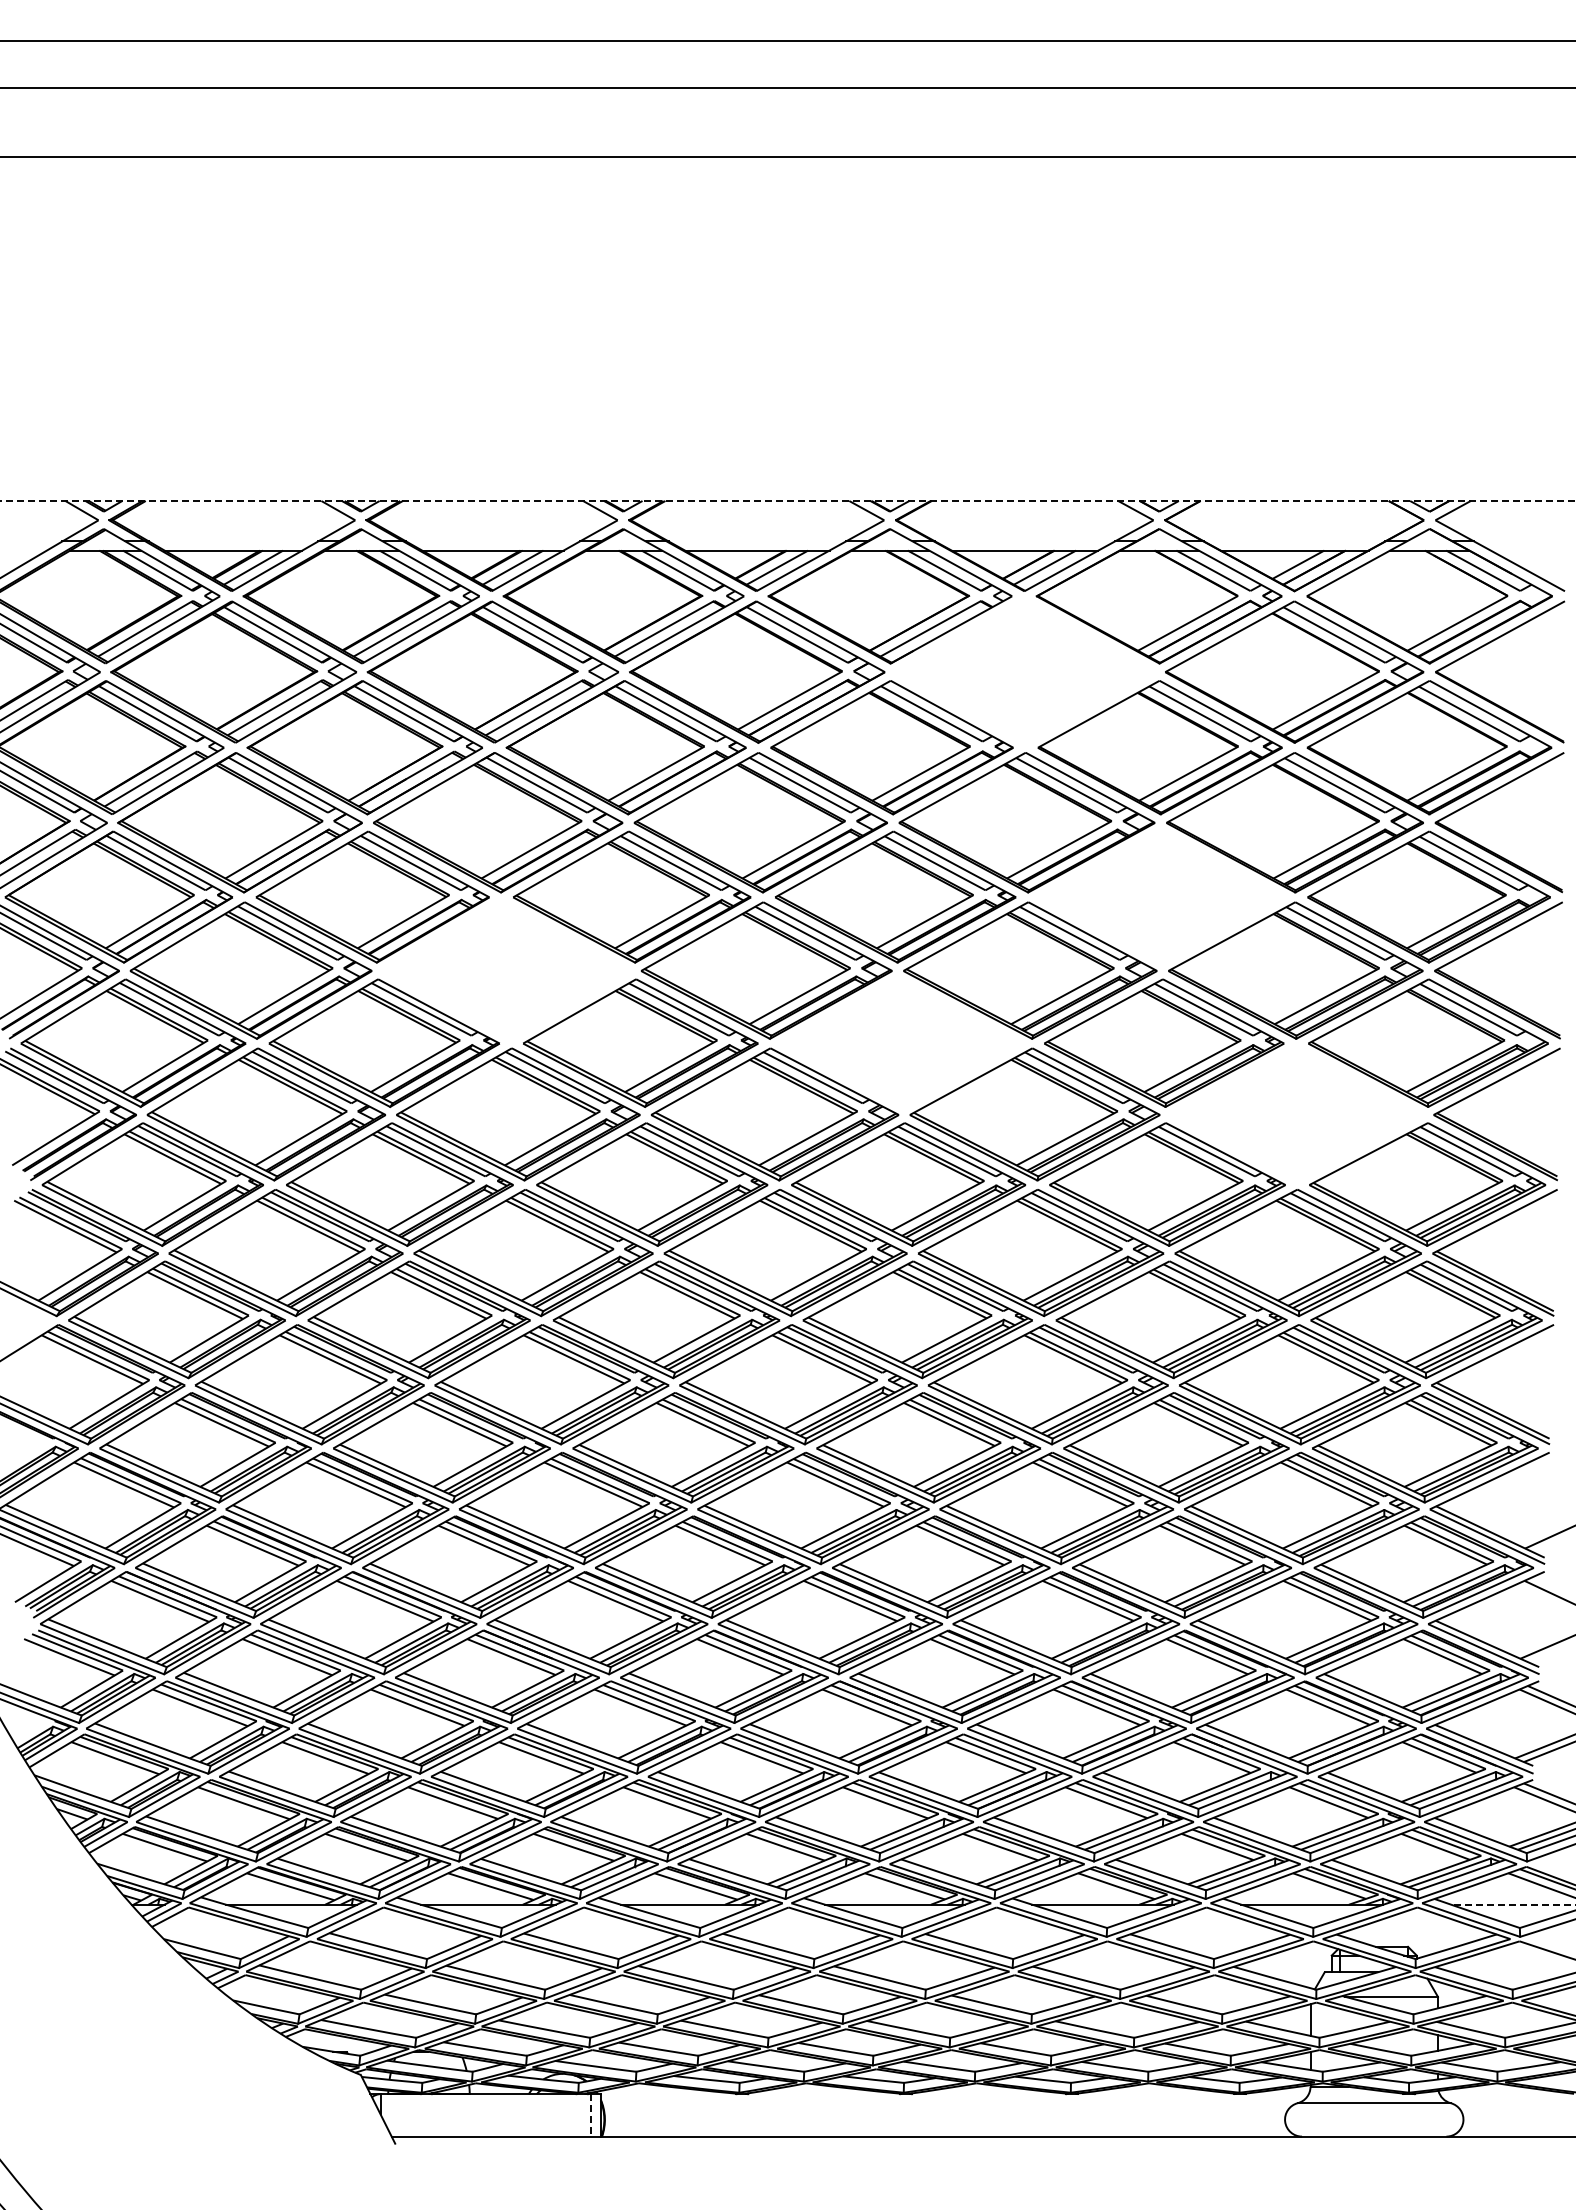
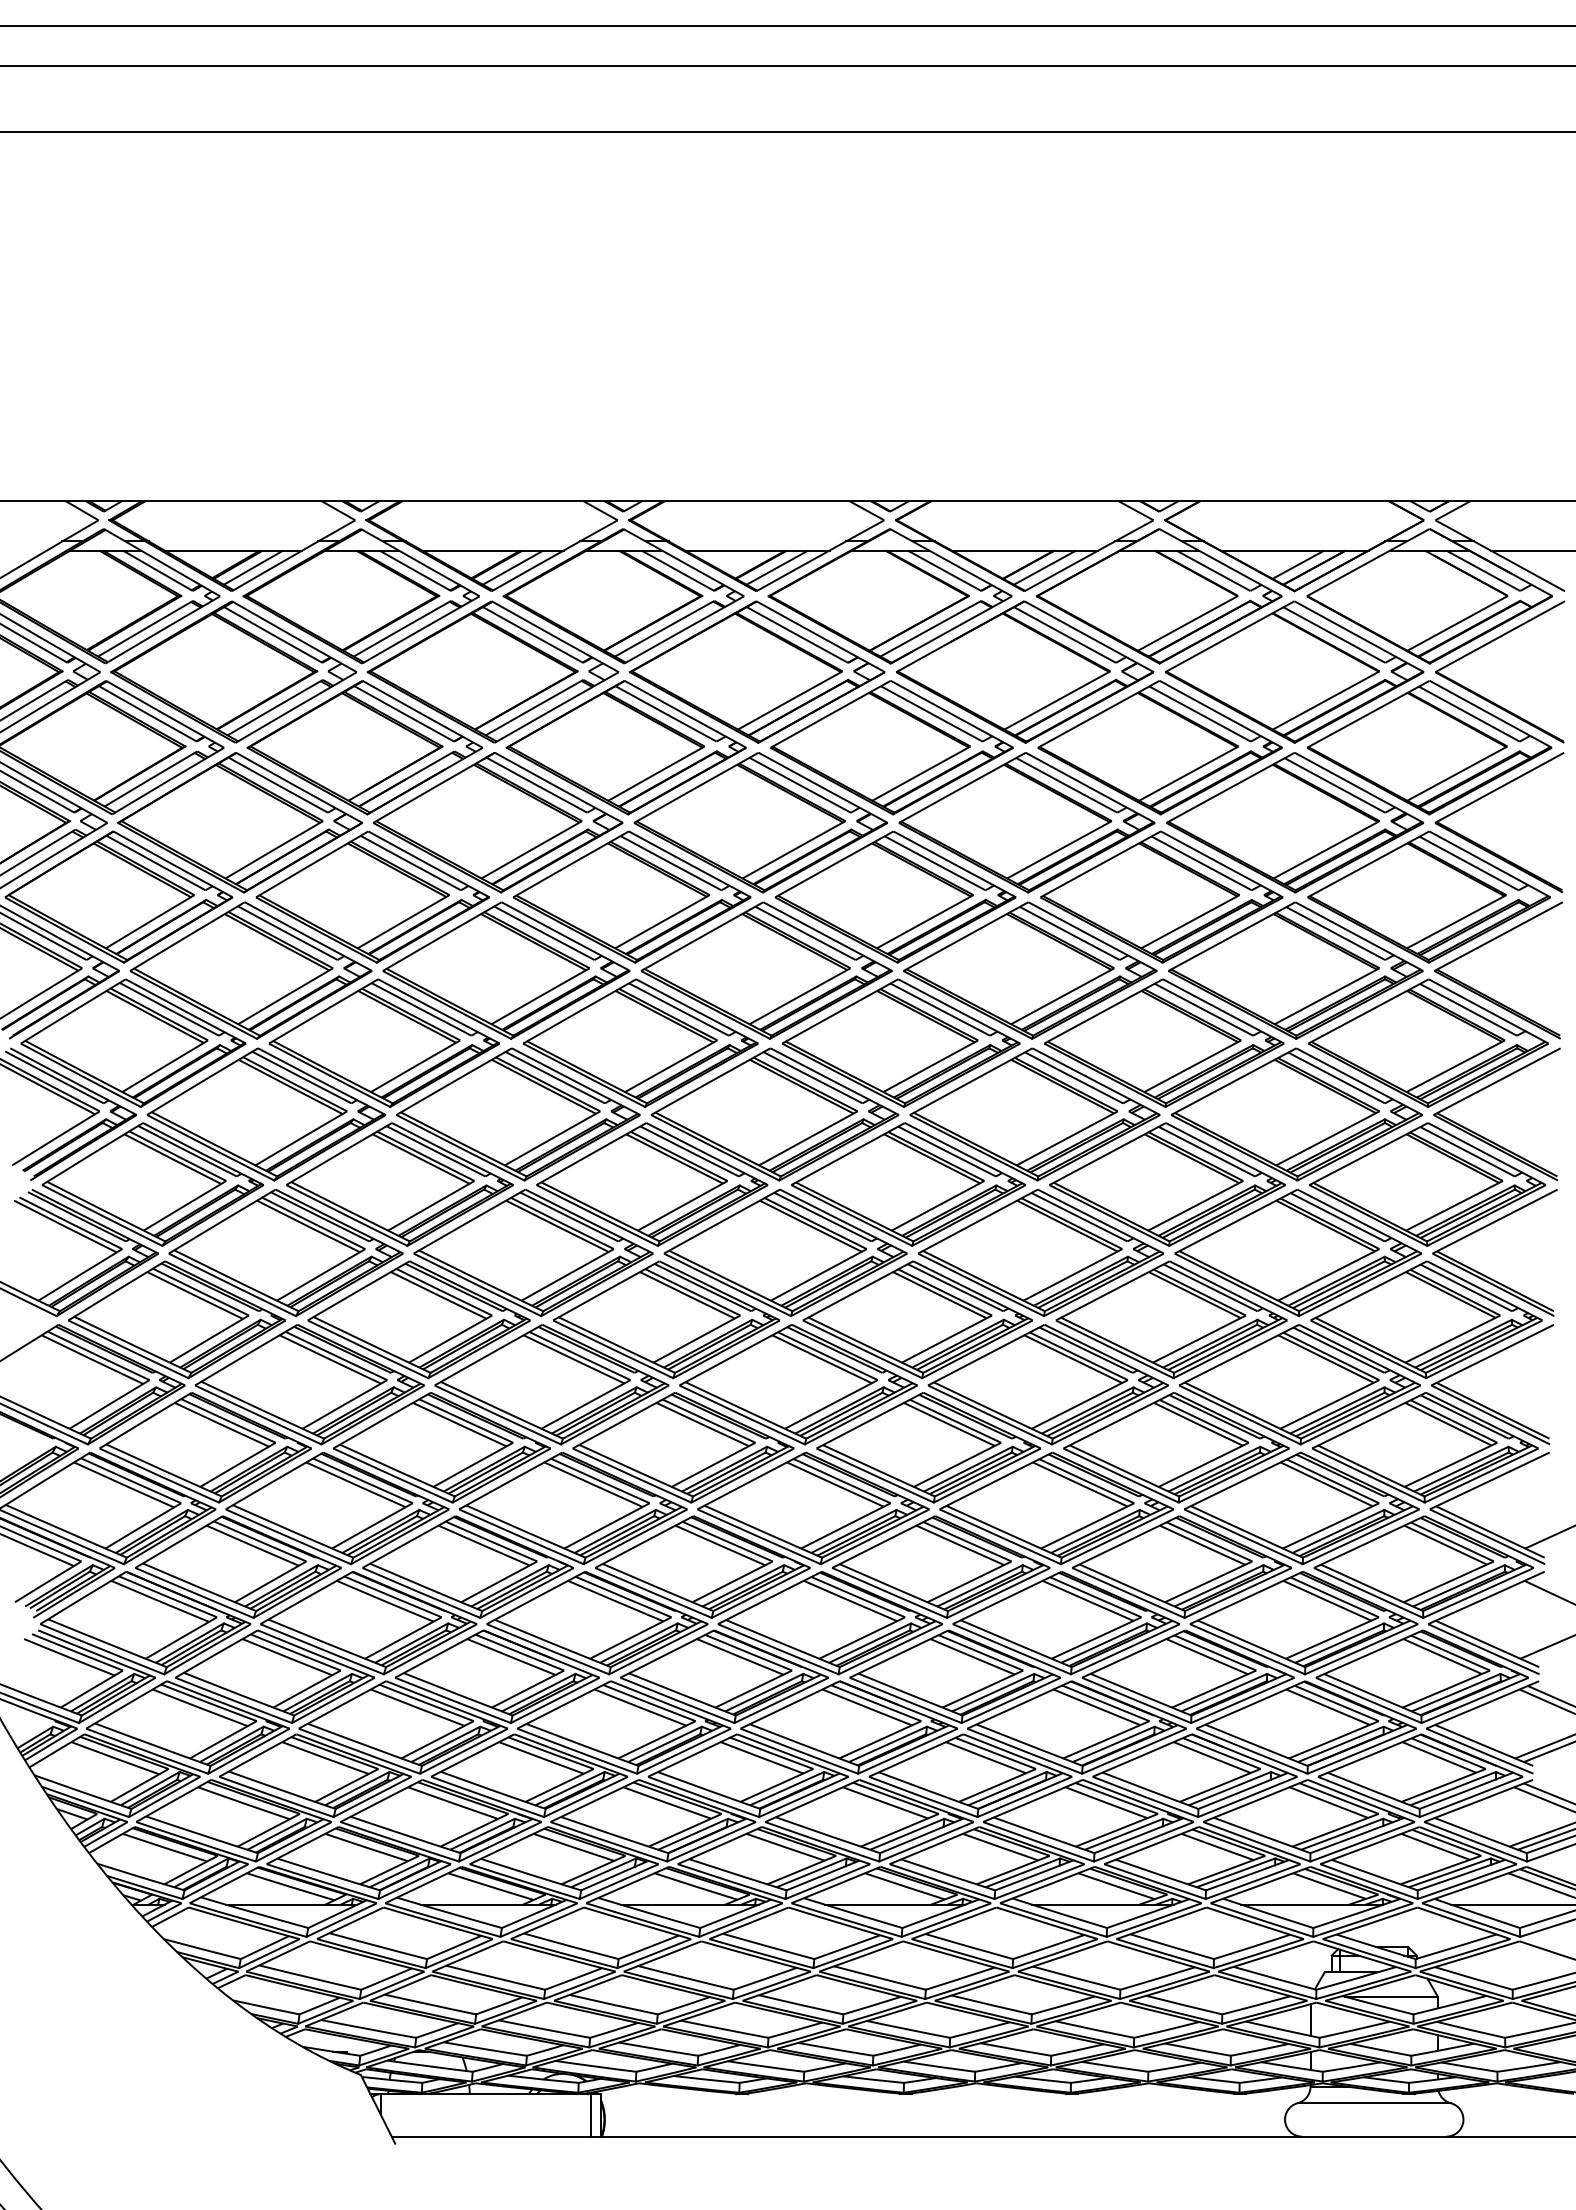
line at (787, 41) position: (787, 41) -> (787, 26)
line at (787, 88) position: (787, 88) -> (787, 66)
line at (787, 157) position: (787, 157) -> (787, 132)
line at (787, 501): dashed -> solid
line at (1531, 550): none -> present
part at (1025, 671): none -> present
part at (1161, 896): none -> present
part at (506, 970): none -> present
part at (900, 1042): none -> present
part at (1296, 1114): none -> present
line at (1513, 1904): dashed -> solid
line at (591, 2115): dashed -> solid
